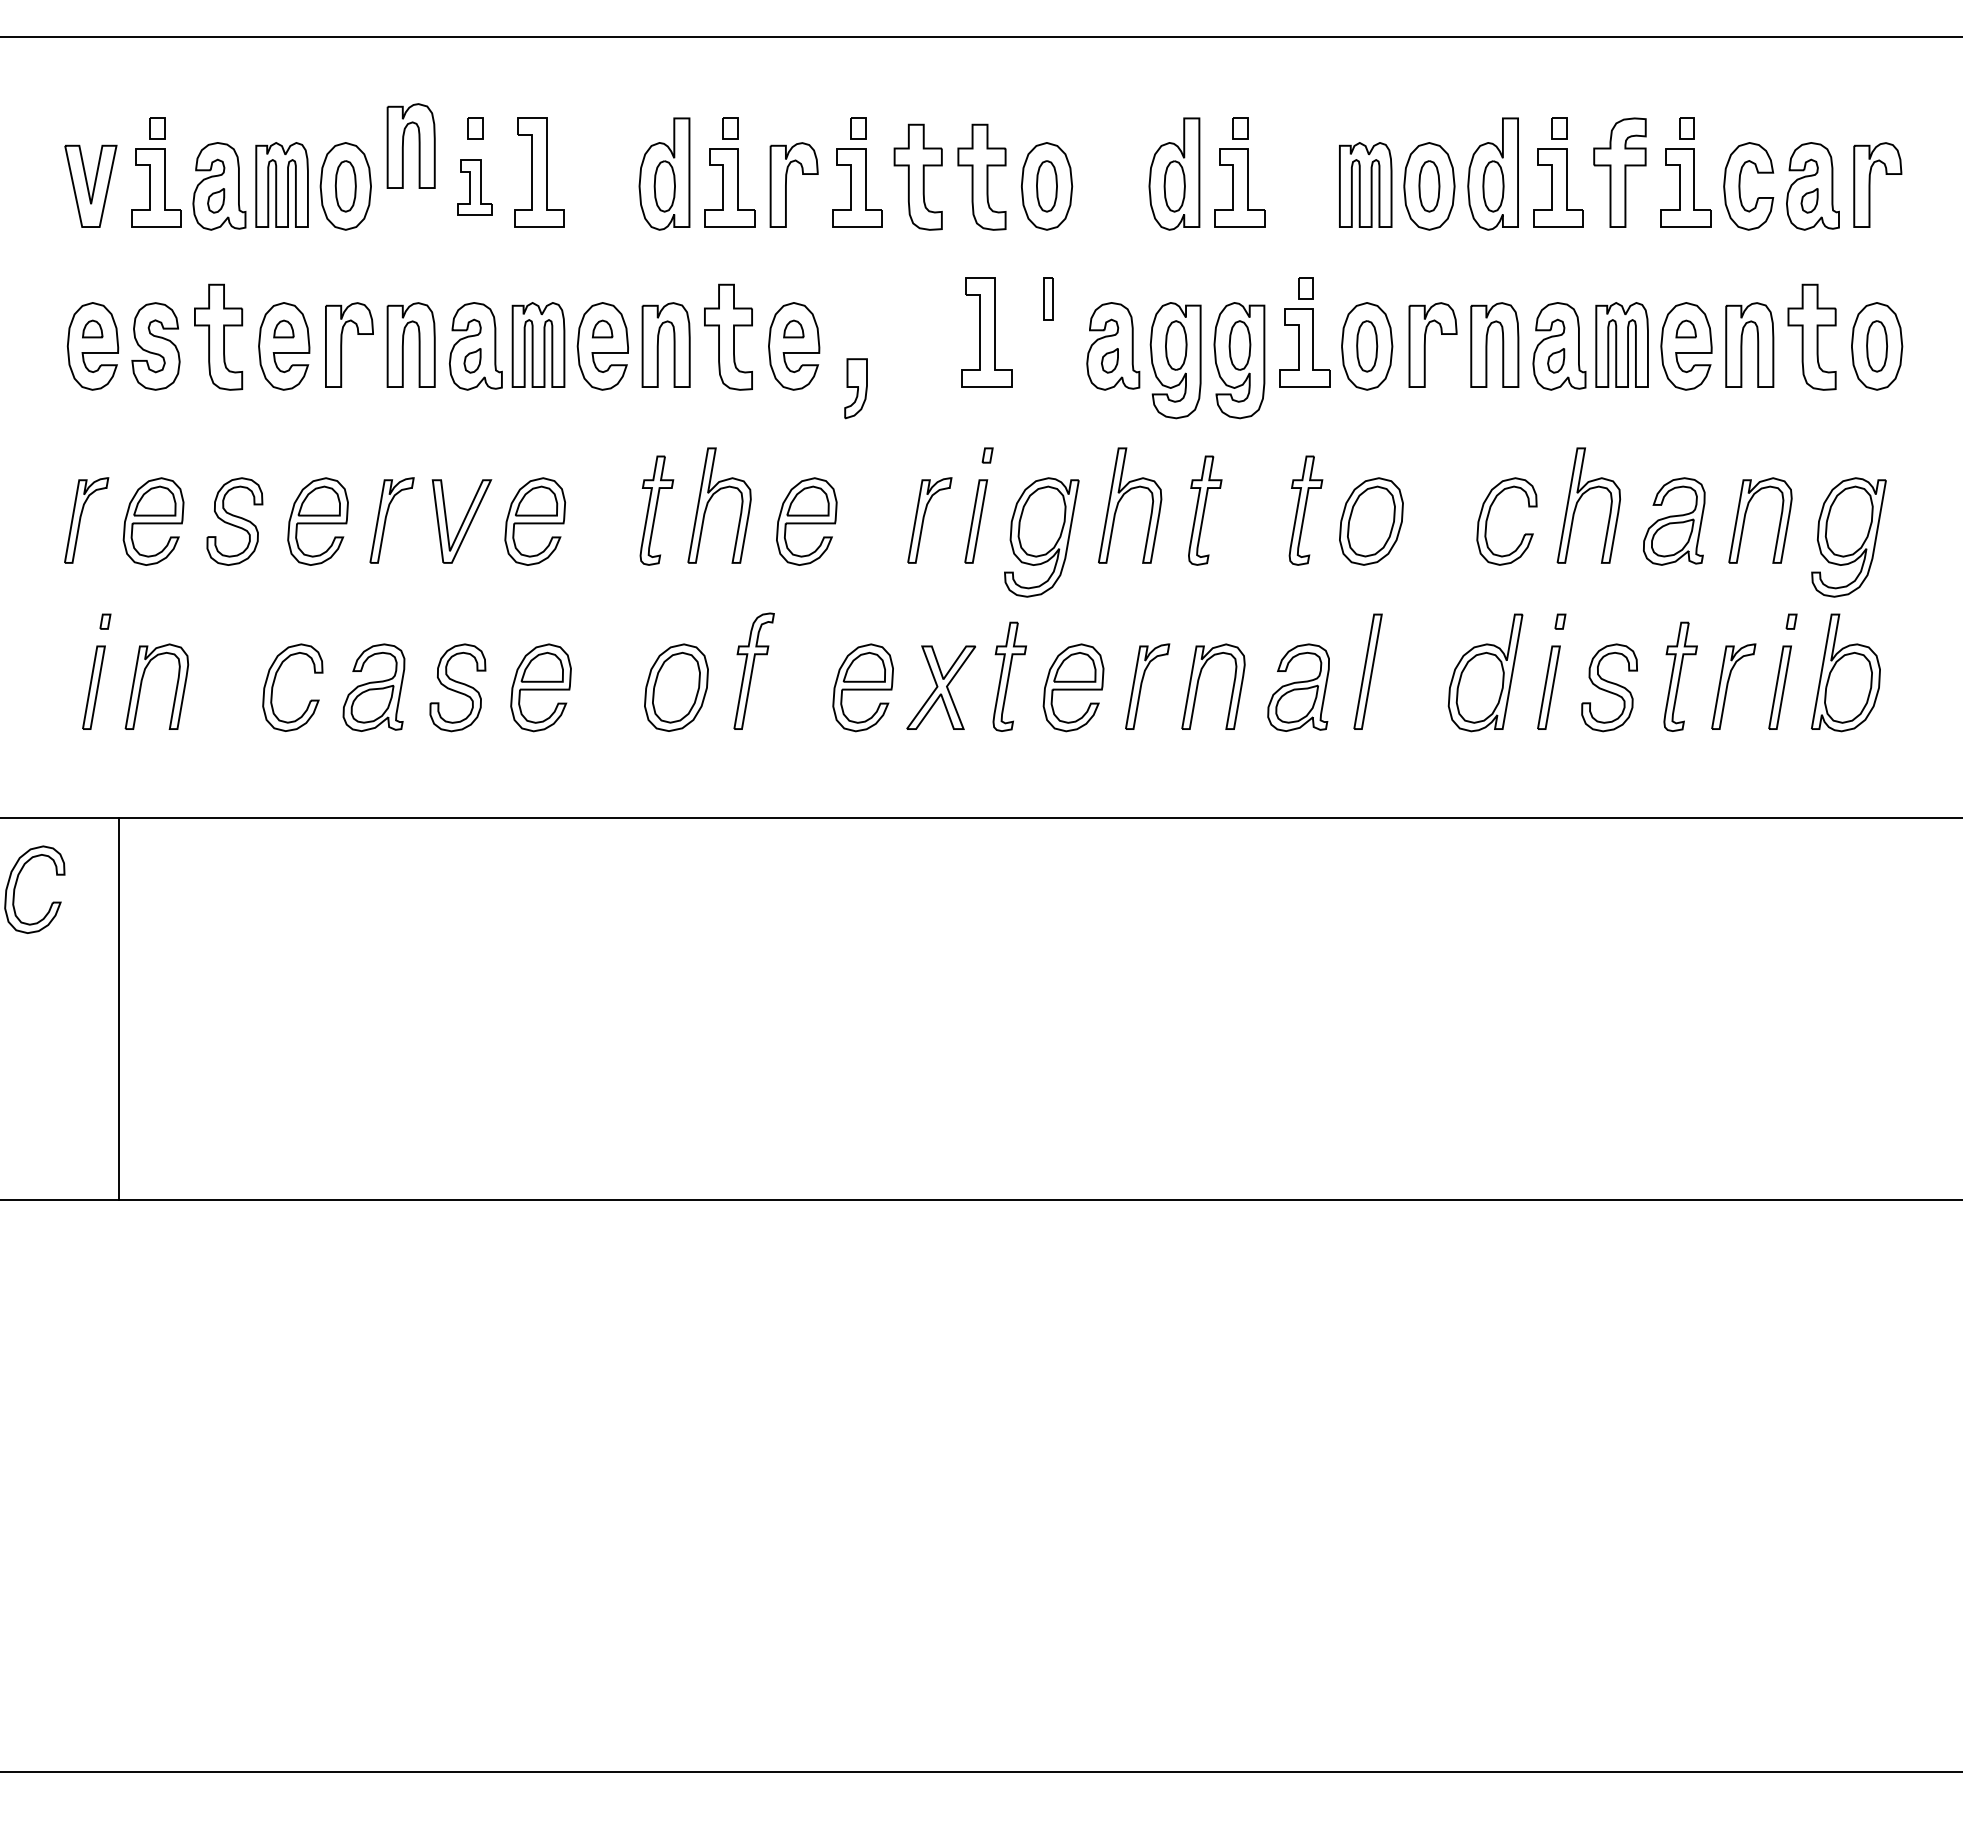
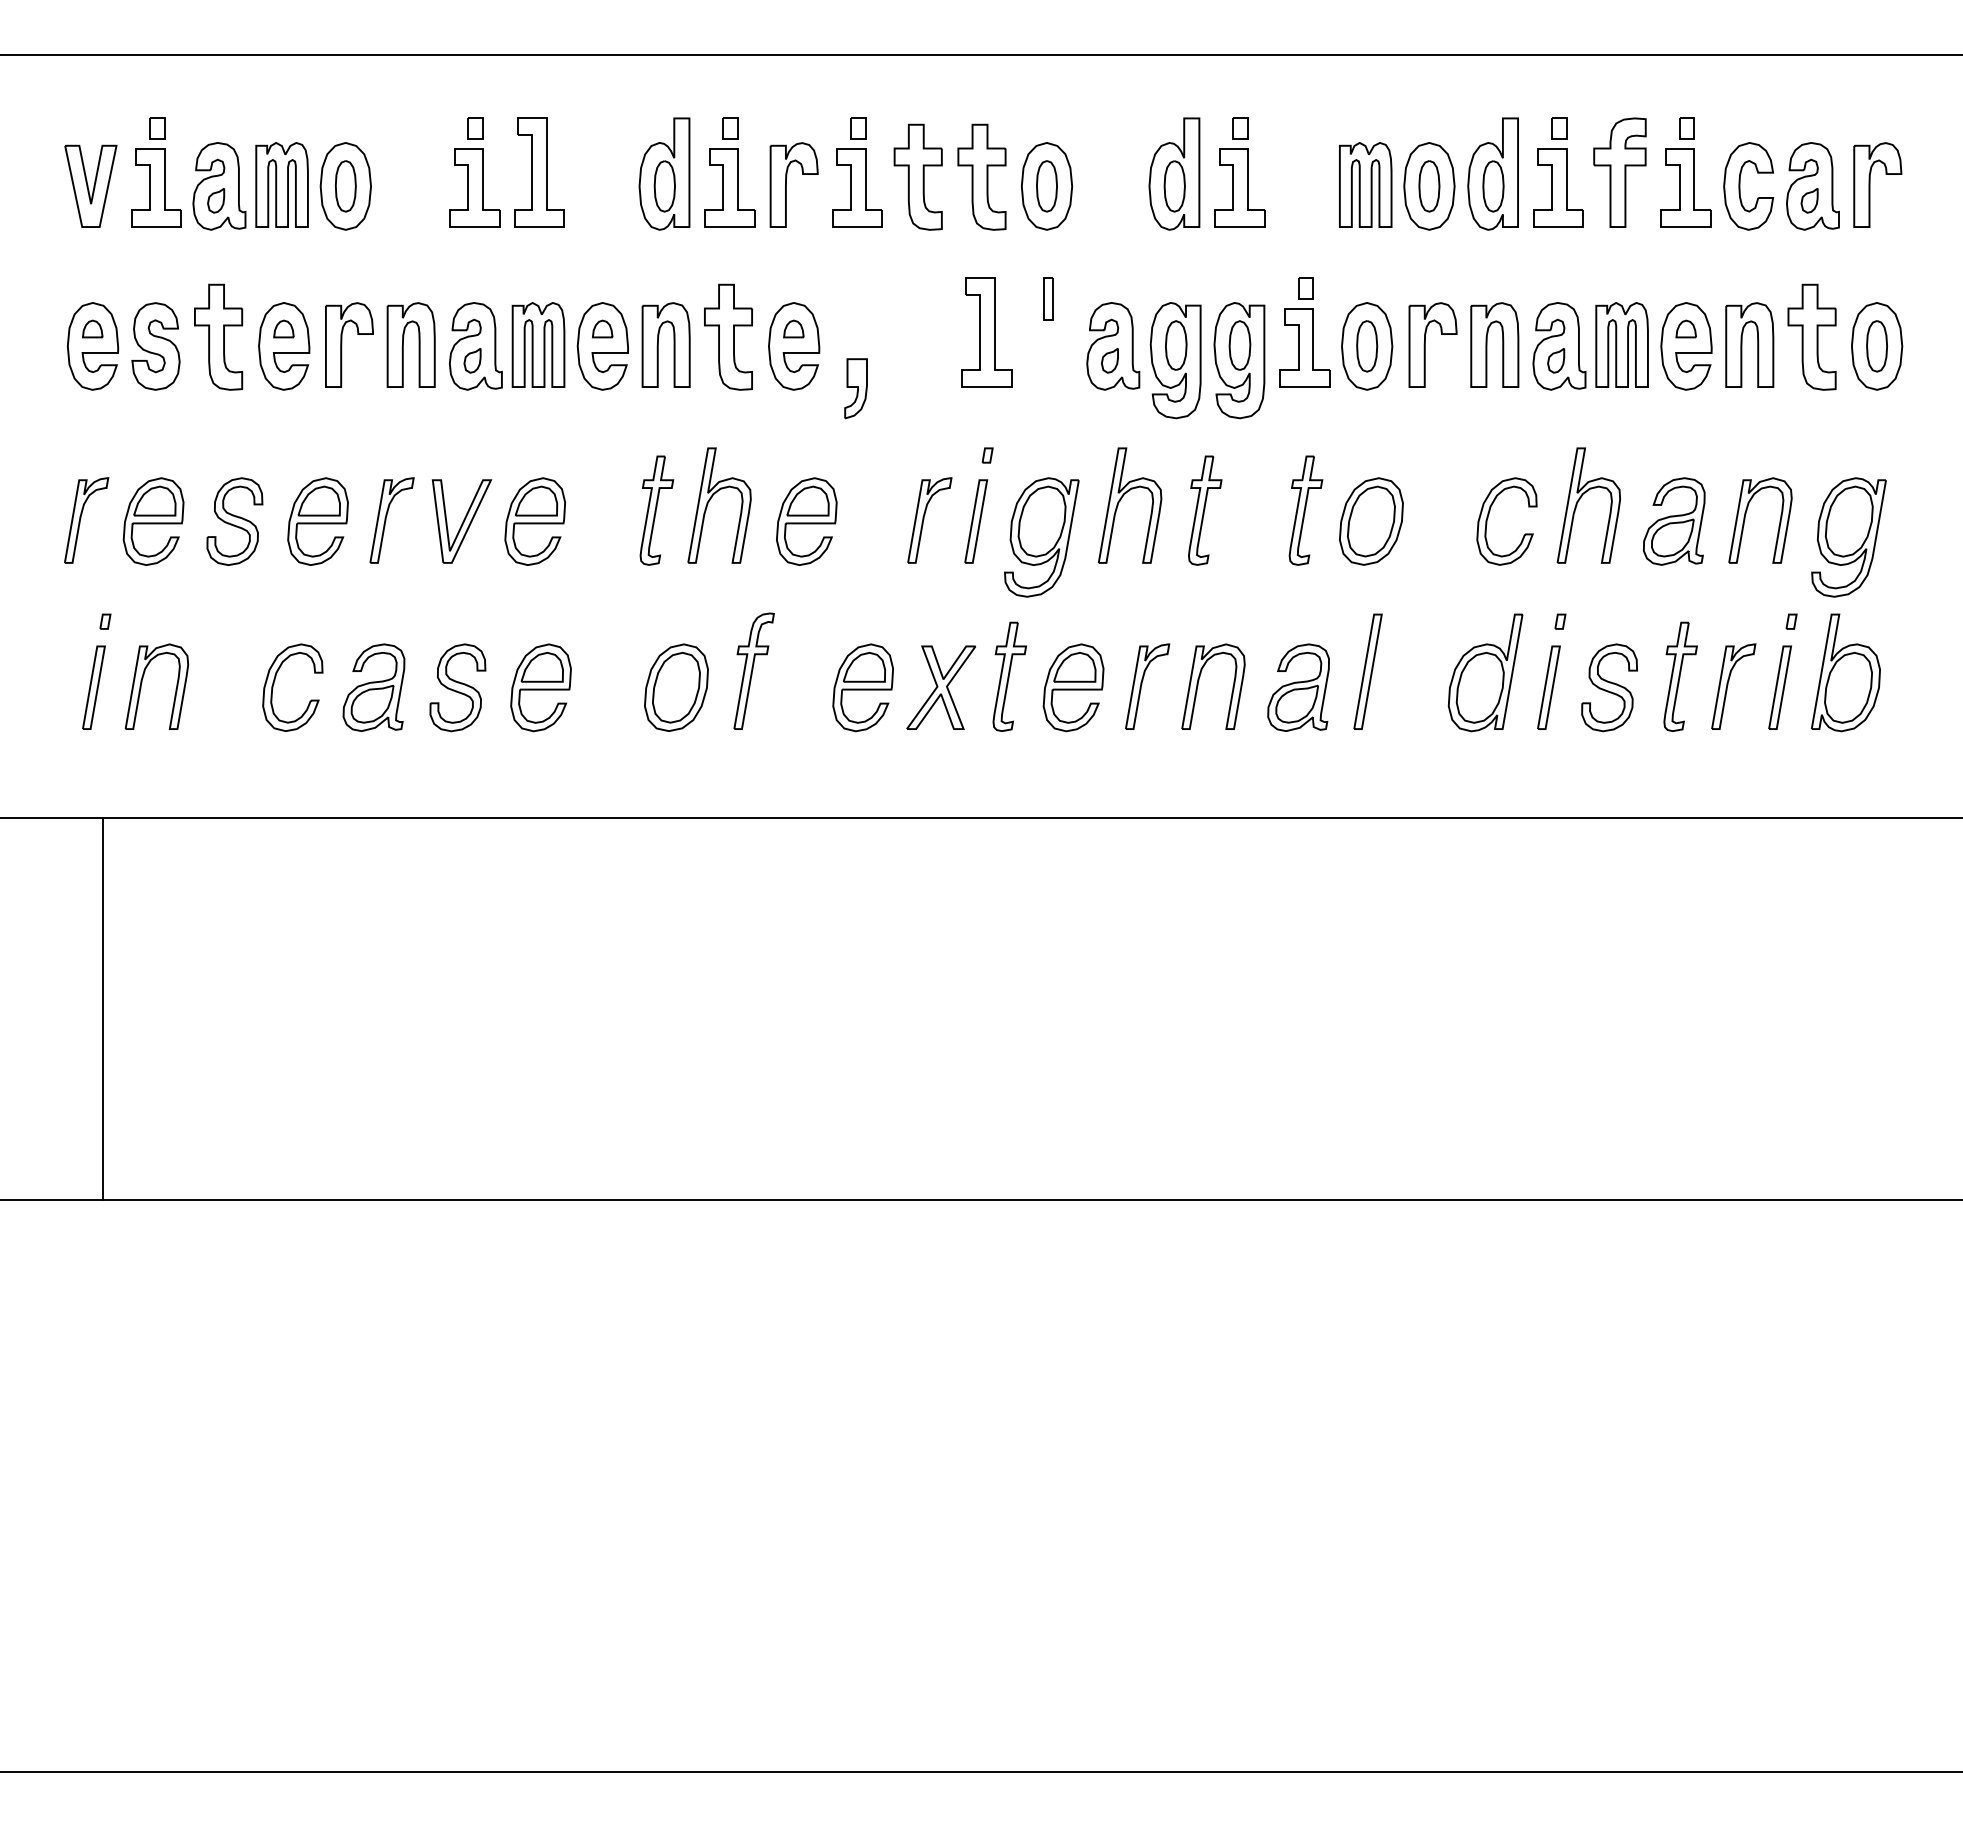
line at (980, 36) position: (980, 36) -> (980, 54)
part at (403, 145): present -> none
part at (474, 187) size: 36x57 px -> 52x80 px
part at (16, 886): present -> none
line at (119, 1008) position: (119, 1008) -> (103, 1008)
